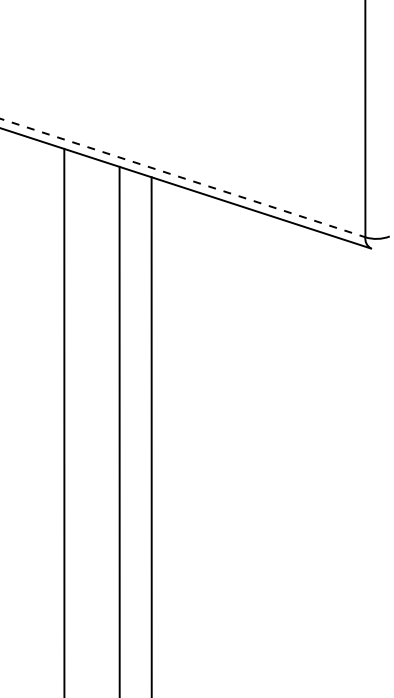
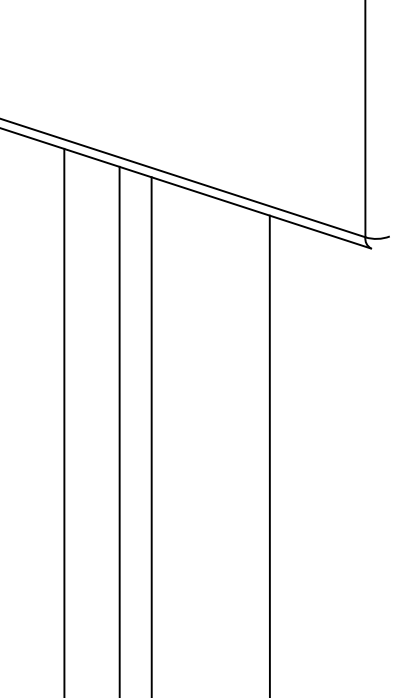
line at (182, 178): dashed -> solid
line at (269, 454): none -> present
